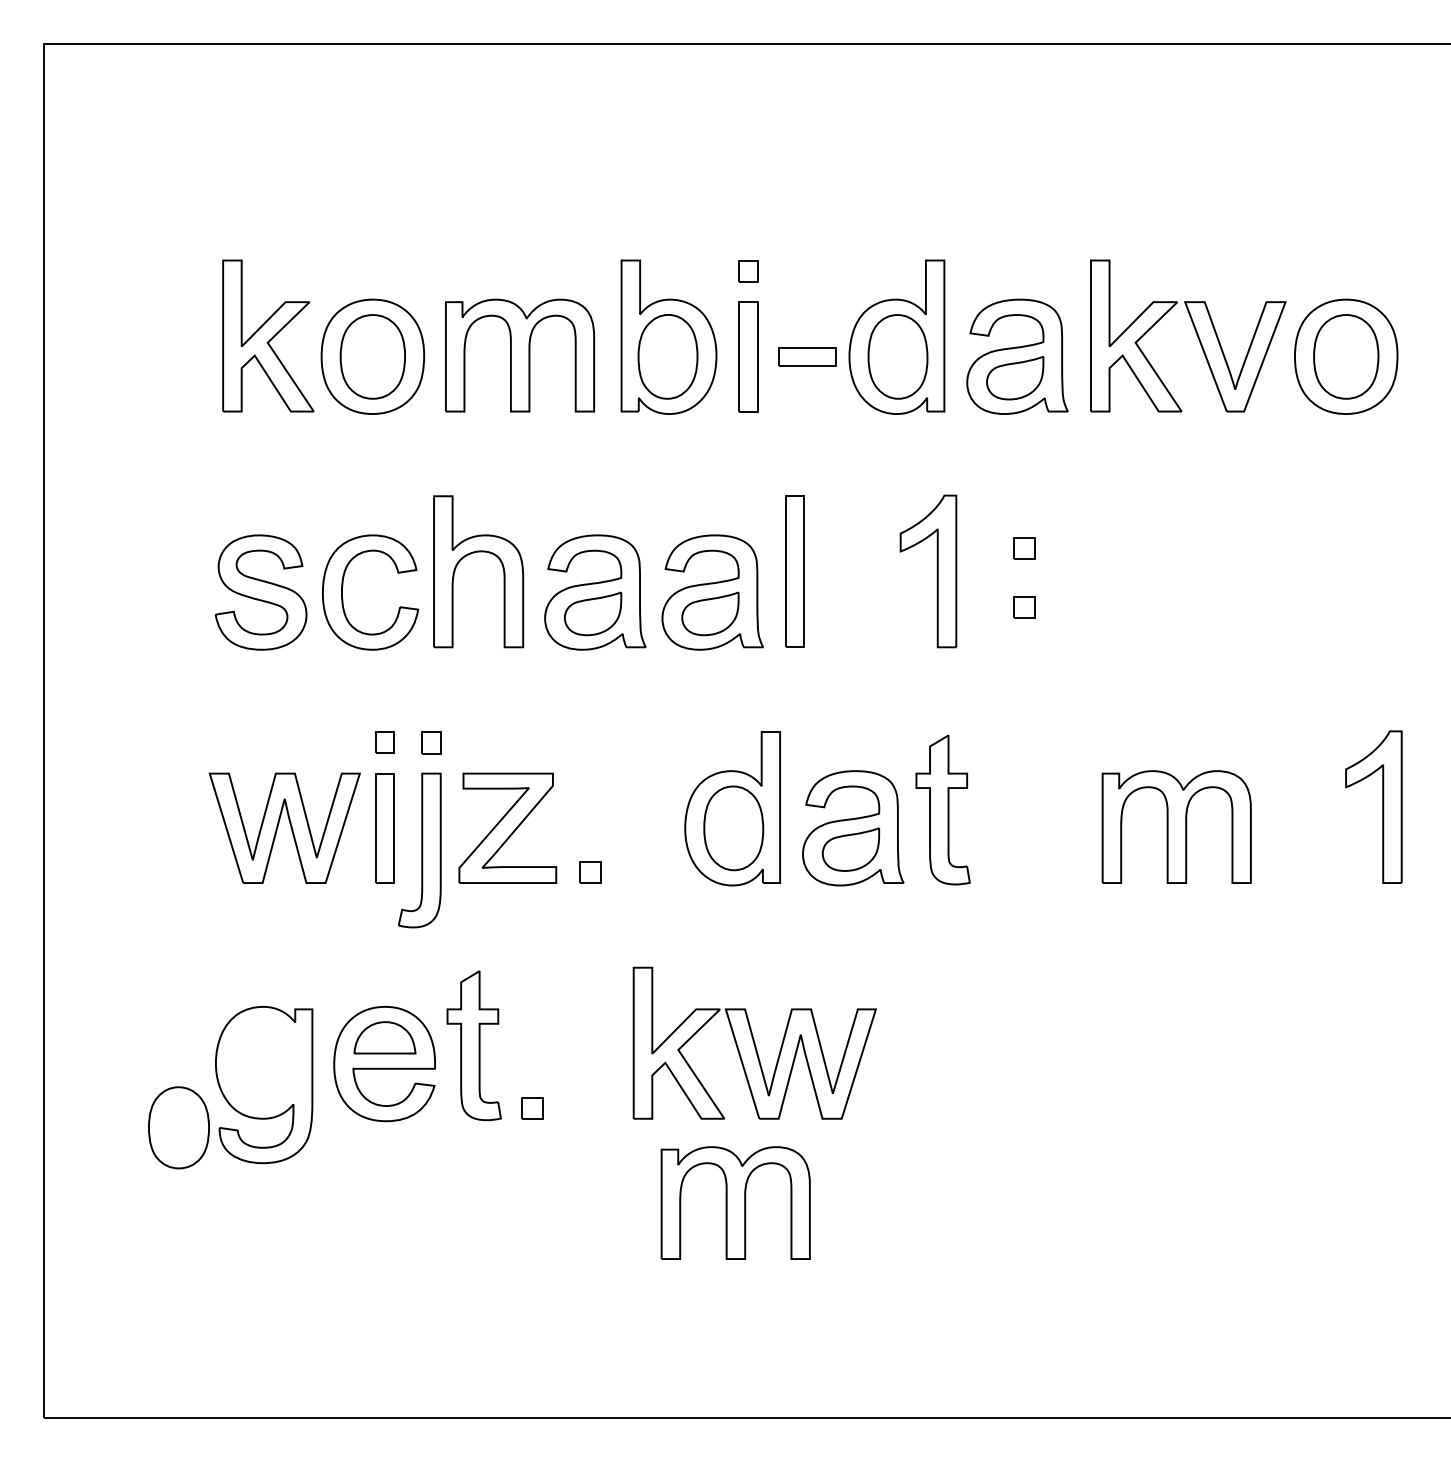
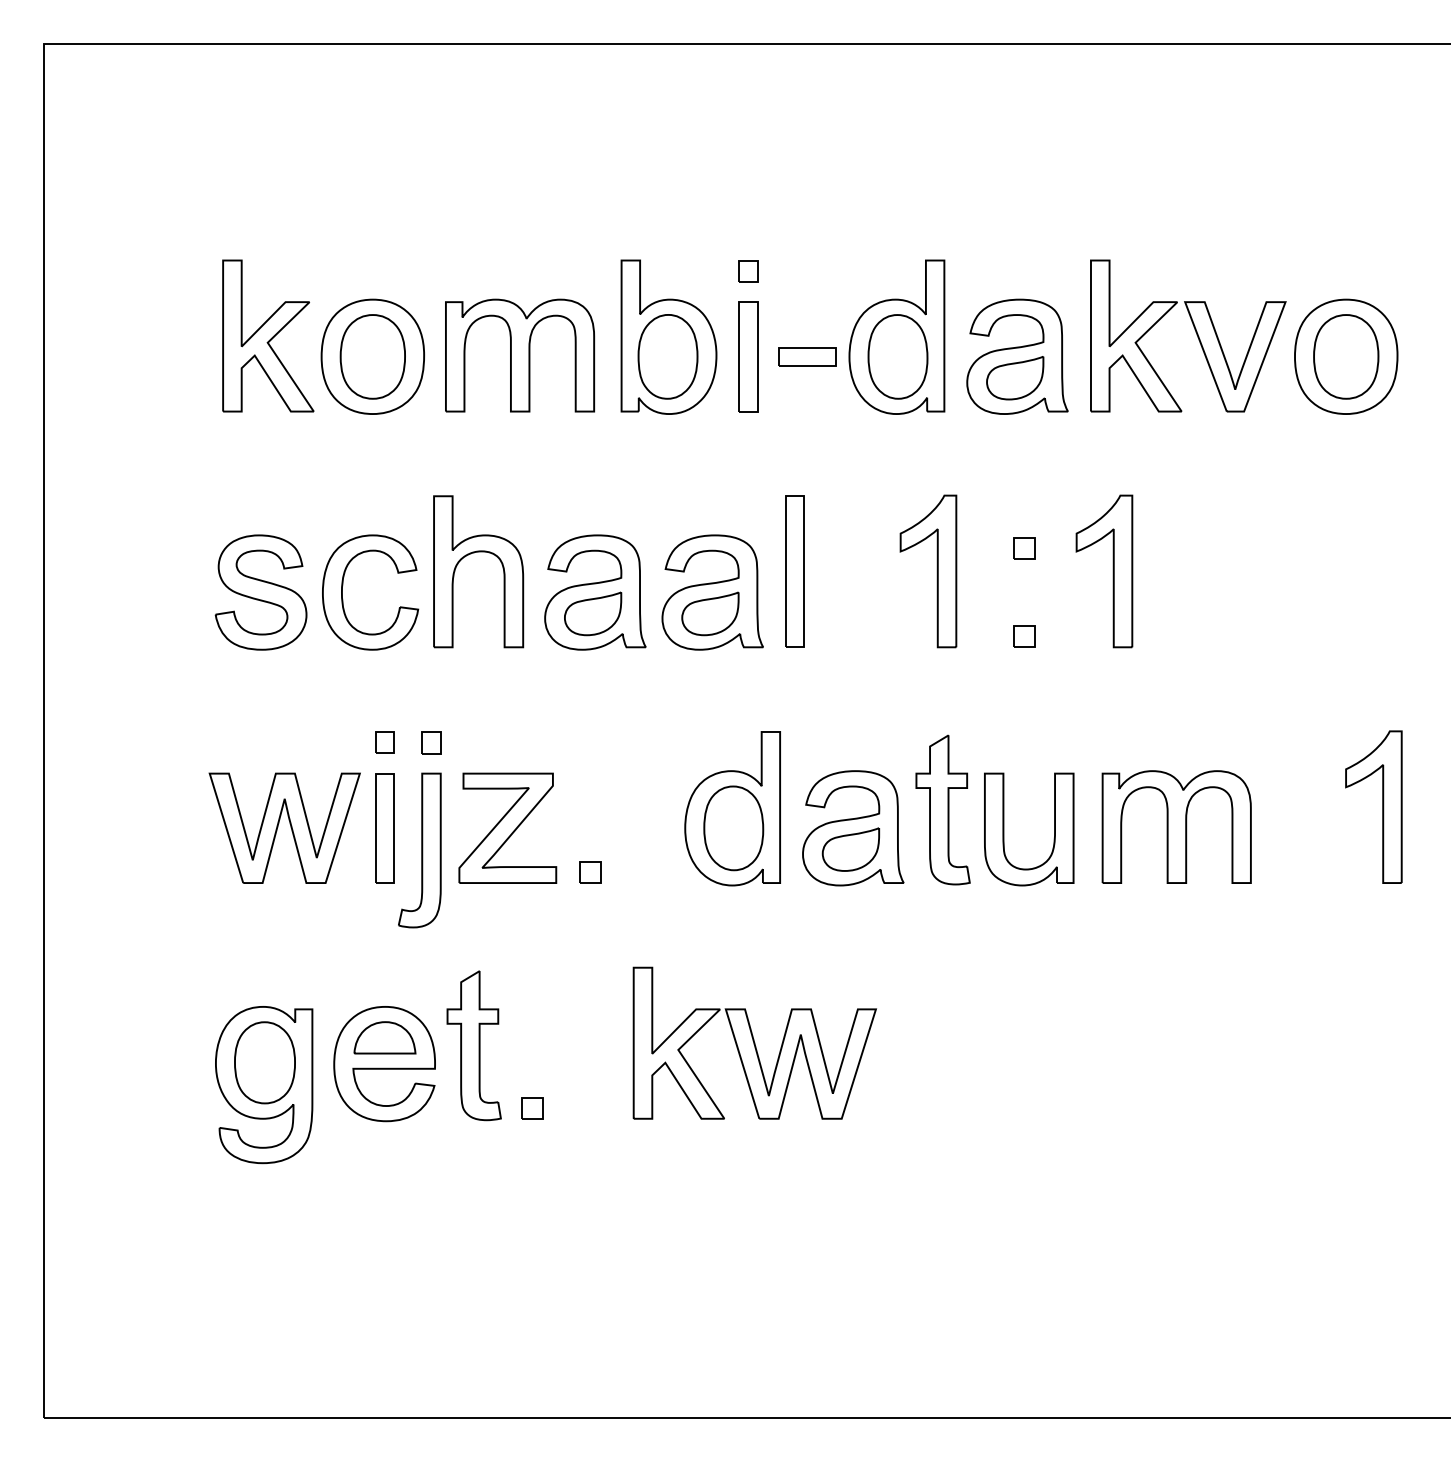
part at (1112, 571): none -> present
part at (1024, 607) position: (1024, 607) -> (1024, 636)
part at (1004, 829): none -> present
part at (178, 1127) position: (178, 1127) -> (264, 1062)
part at (735, 1202): present -> none
